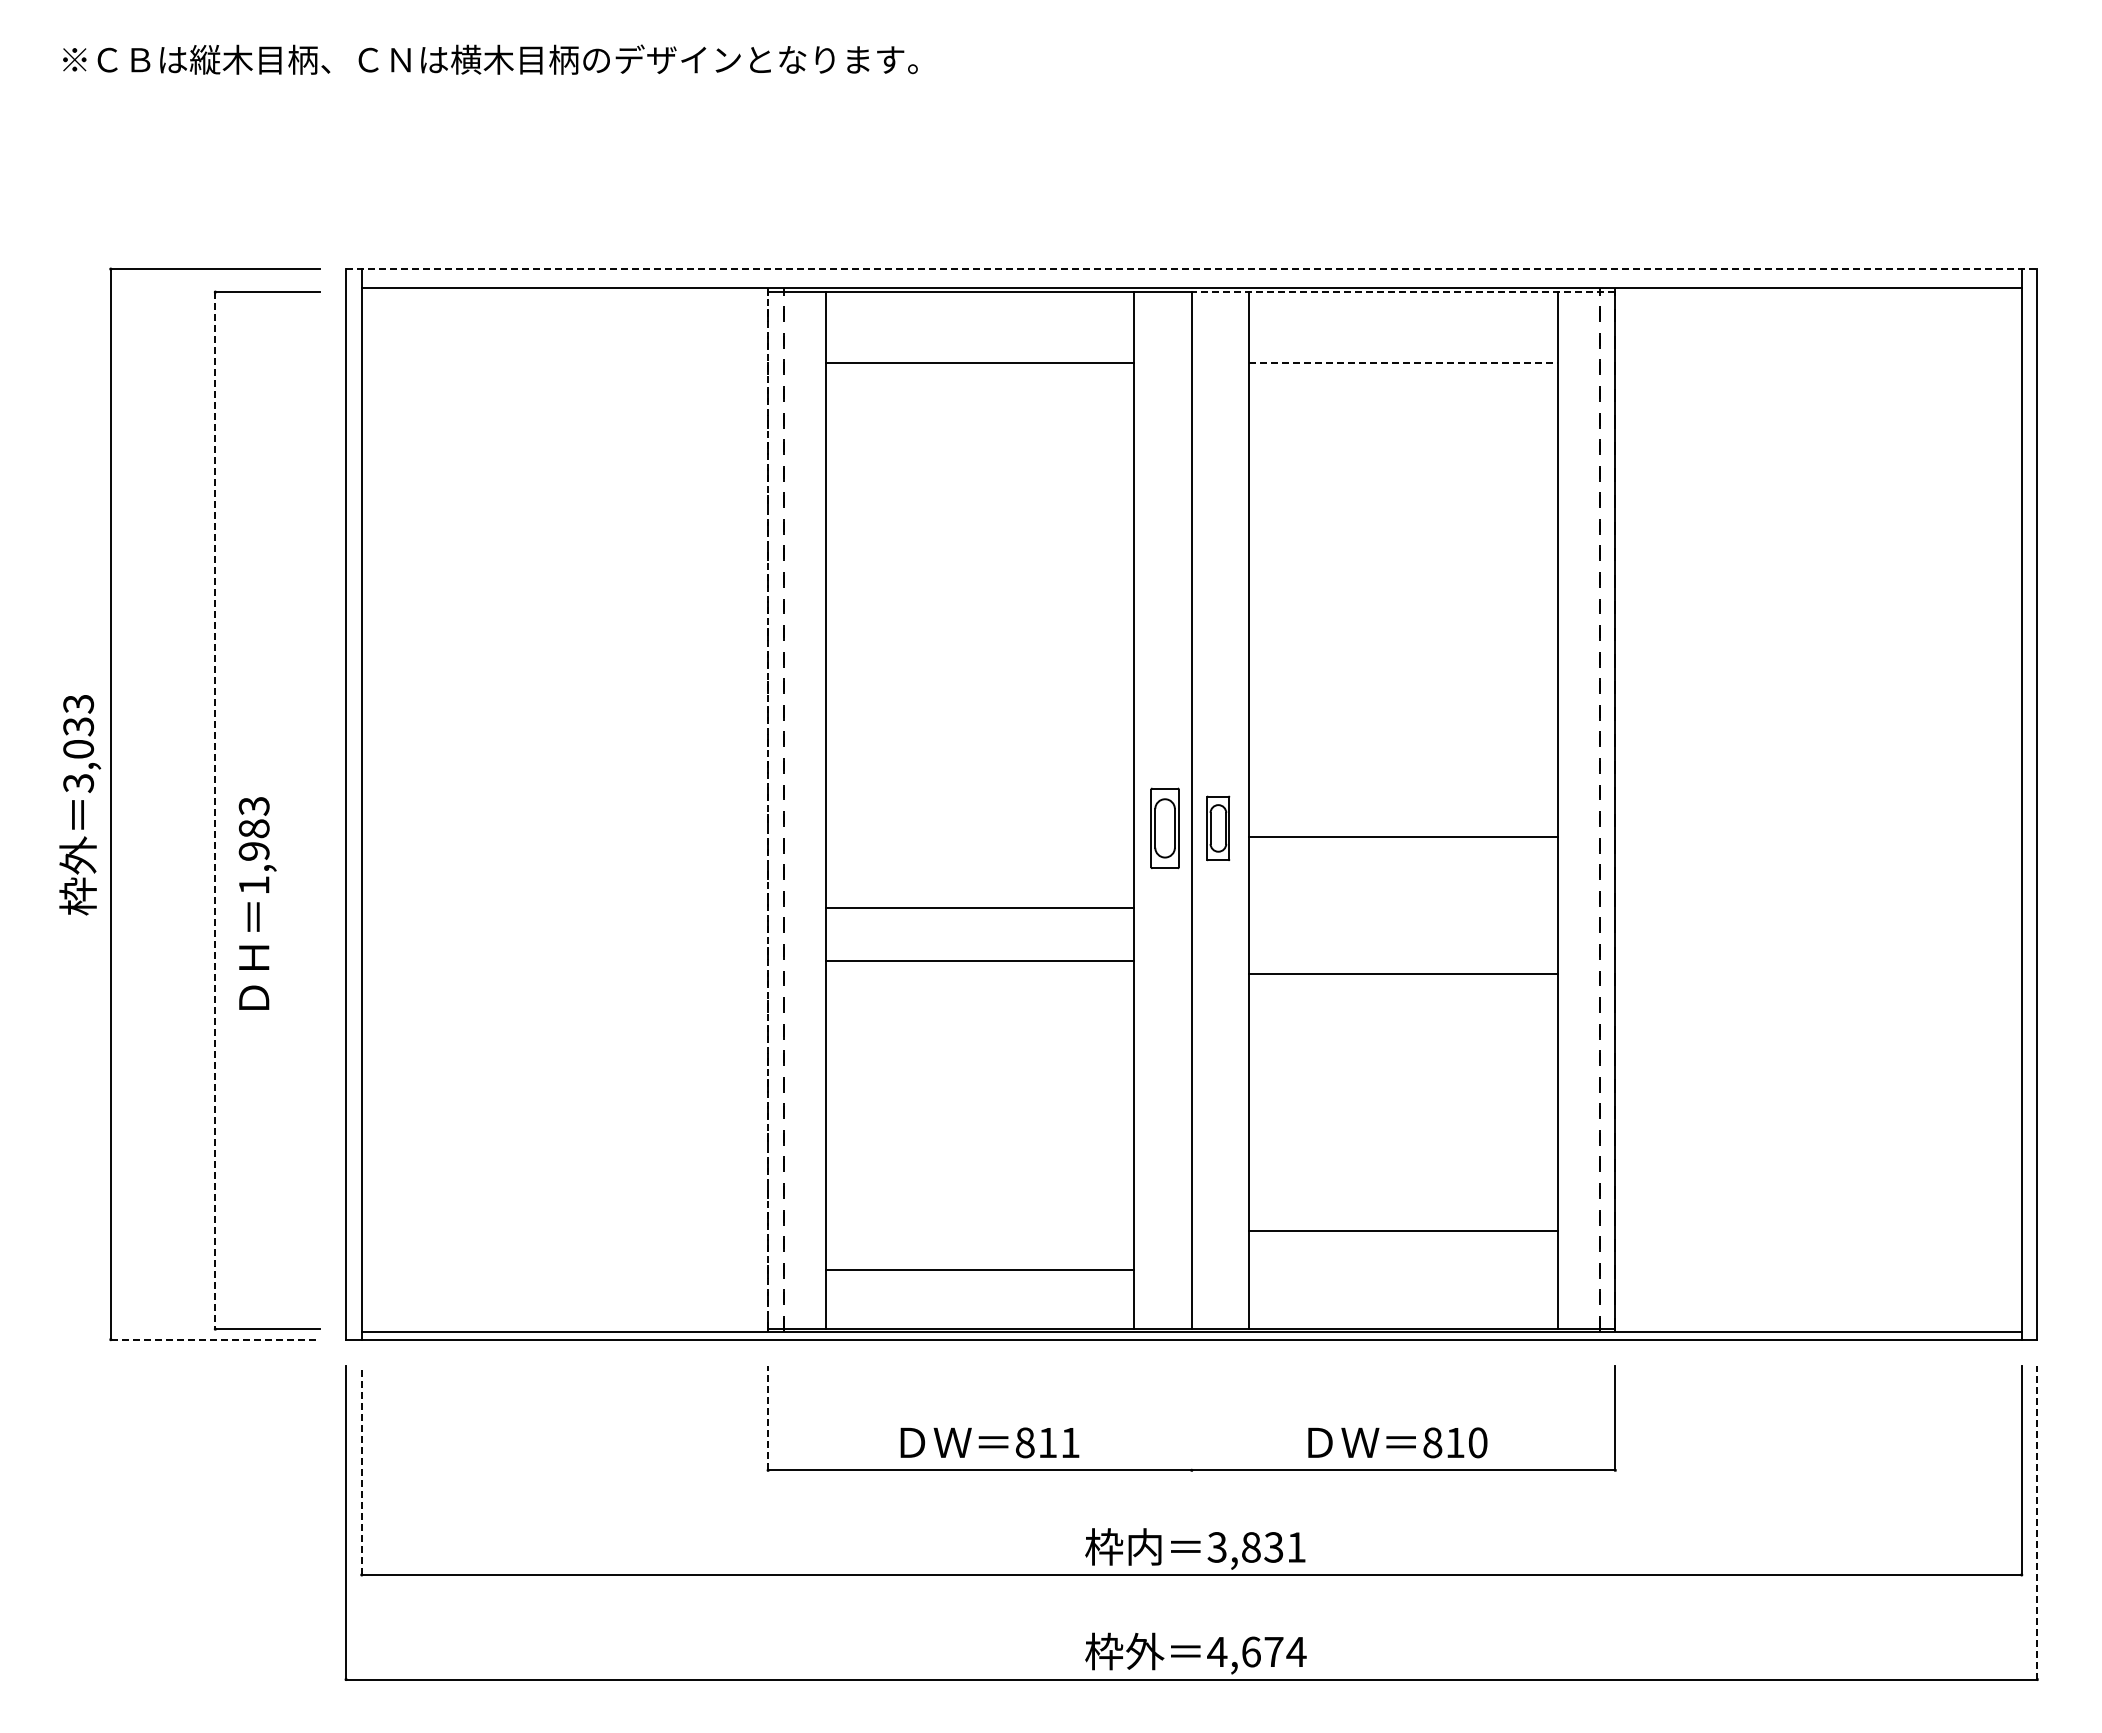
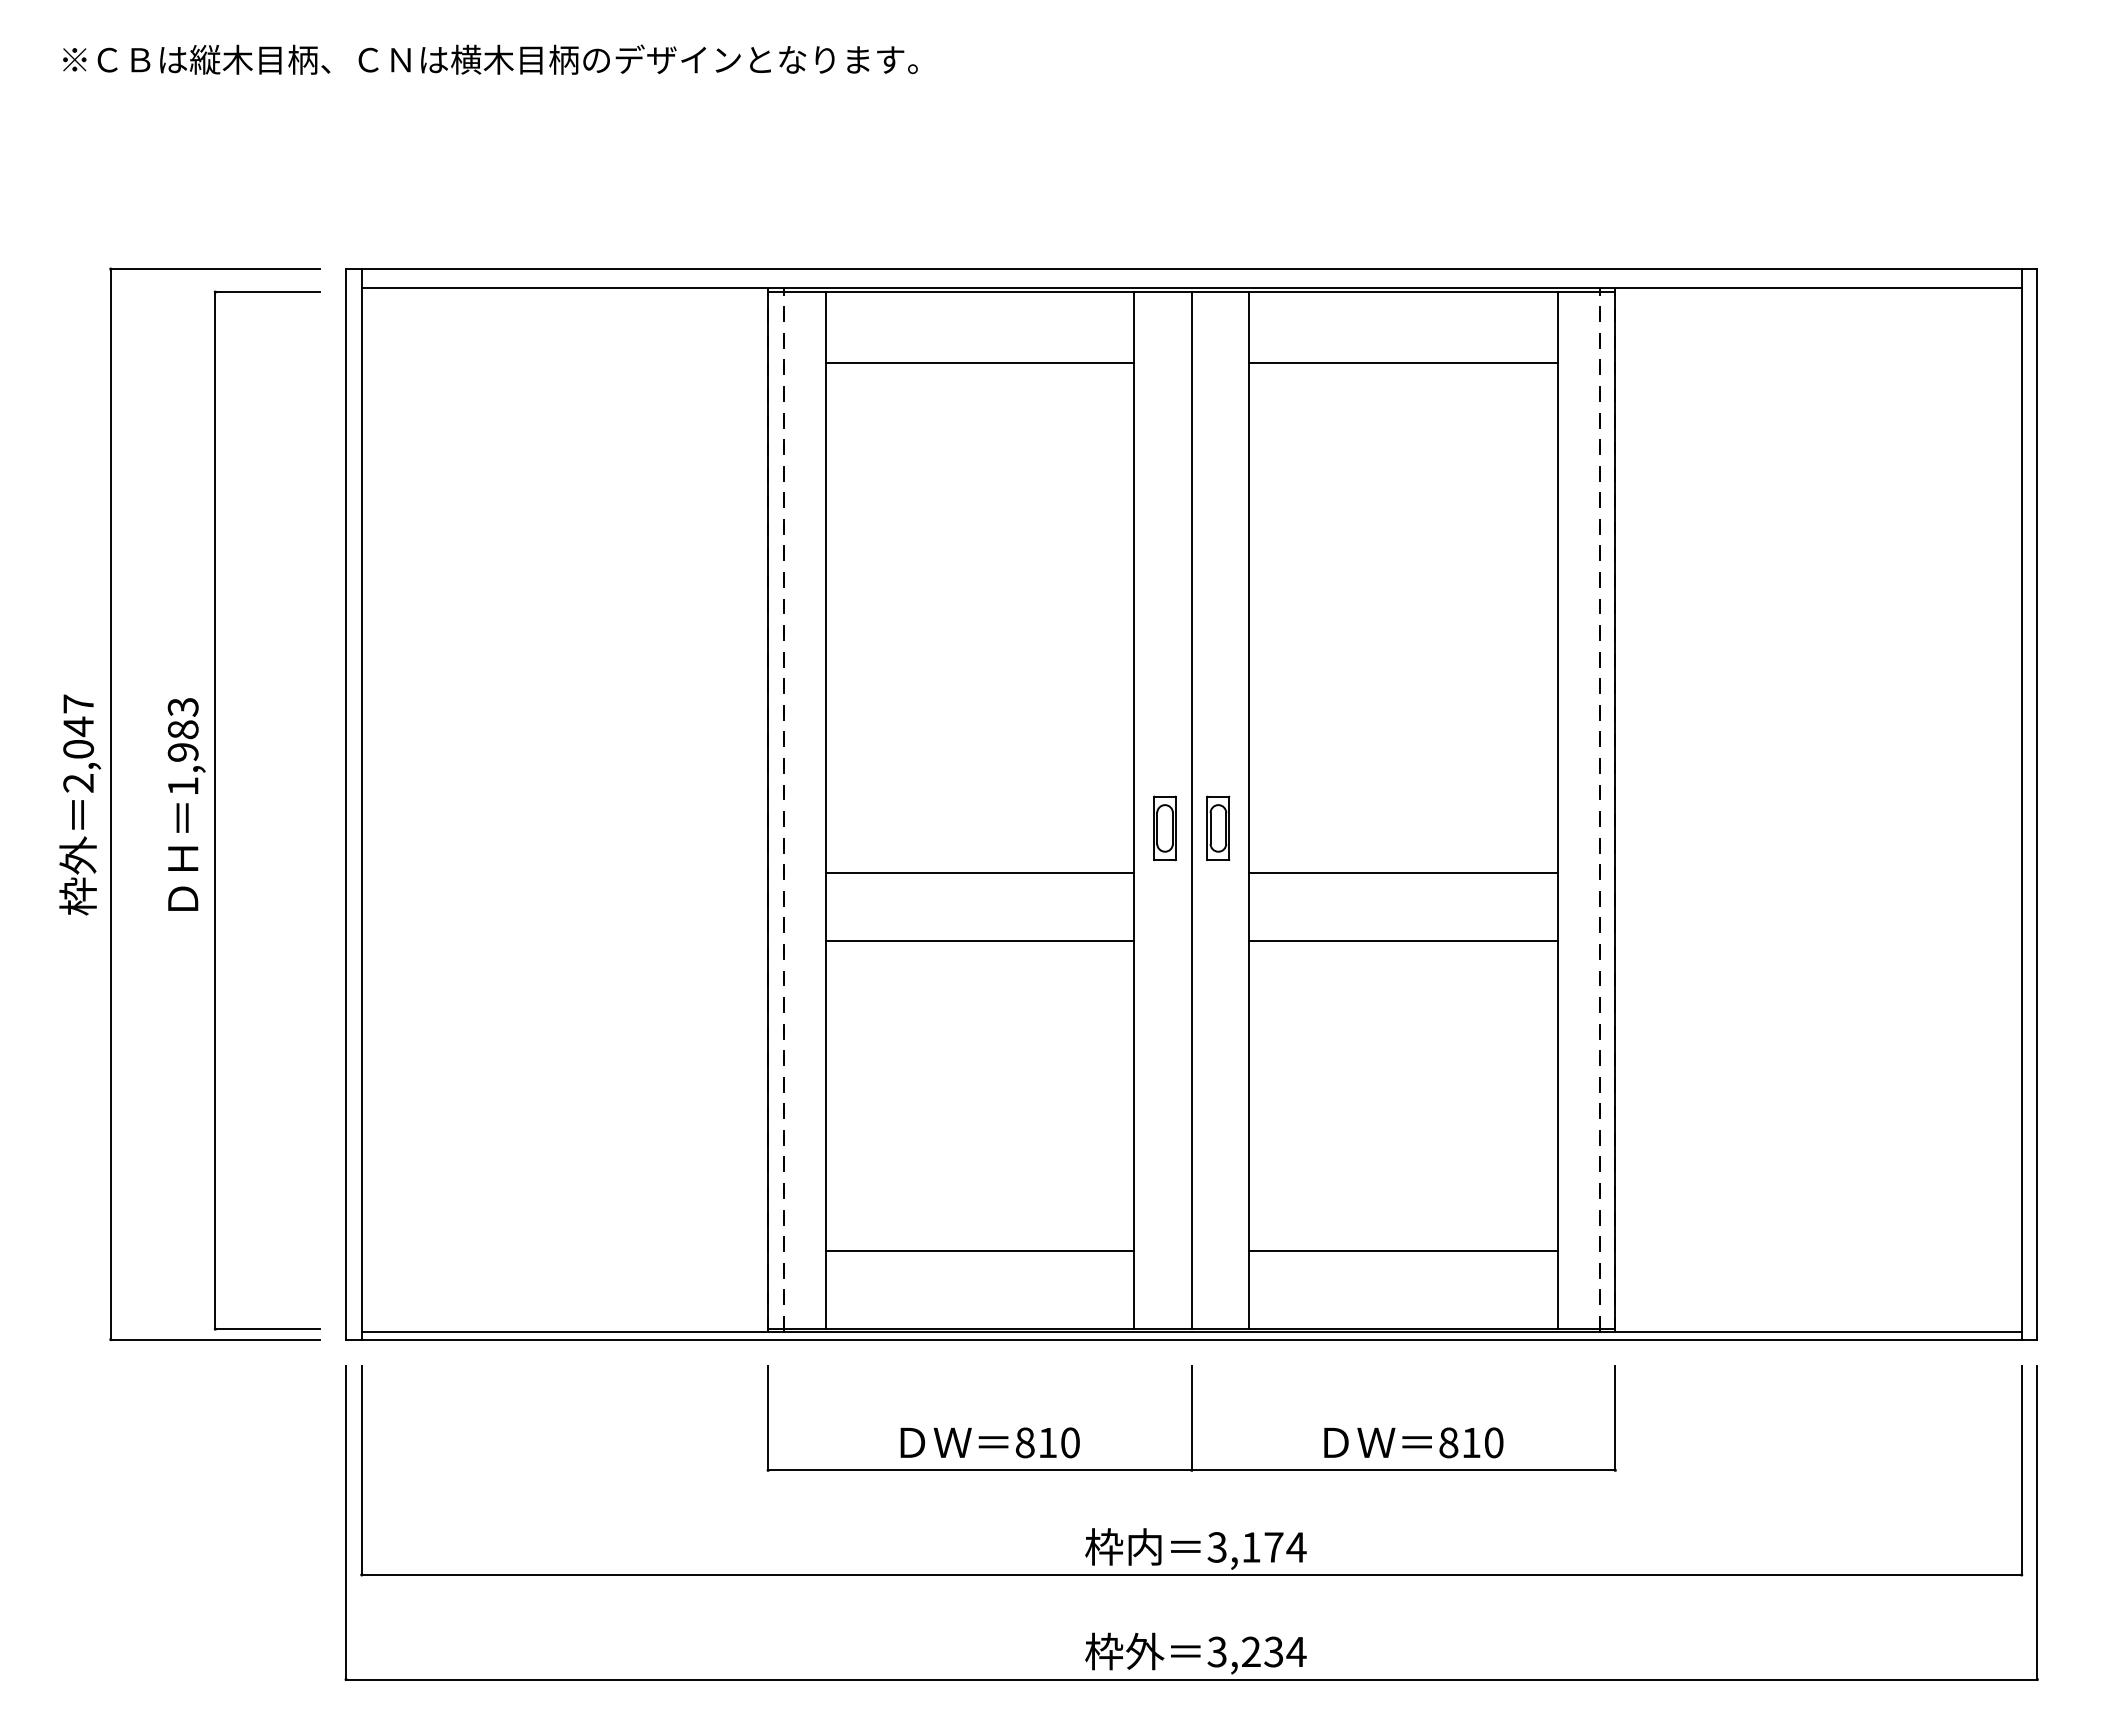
line at (1191, 269): dashed -> solid
line at (1403, 292): dashed -> solid
line at (1404, 362): dashed -> solid
text at (78, 743): 3,033 -> 2,047
line at (215, 810): dashed -> solid
line at (768, 810): dashed -> solid
part at (1164, 828) size: 30x83 px -> 24x67 px
line at (1403, 836) position: (1403, 836) -> (1403, 872)
text at (257, 903) position: (257, 903) -> (186, 804)
line at (979, 907) position: (979, 907) -> (979, 872)
line at (979, 960) position: (979, 960) -> (979, 940)
line at (1403, 973) position: (1403, 973) -> (1403, 940)
line at (1403, 1230) position: (1403, 1230) -> (1403, 1250)
line at (979, 1269) position: (979, 1269) -> (979, 1250)
line at (215, 1339): dashed -> solid
line at (768, 1417): dashed -> solid
line at (1191, 1417): none -> present
text at (1070, 1442): 811 -> 810
text at (1397, 1442) position: (1397, 1442) -> (1413, 1442)
line at (361, 1470): dashed -> solid
line at (2037, 1522): dashed -> solid
text at (1274, 1547): 3,831 -> 3,174
text at (1245, 1651): 4,674 -> 3,234
